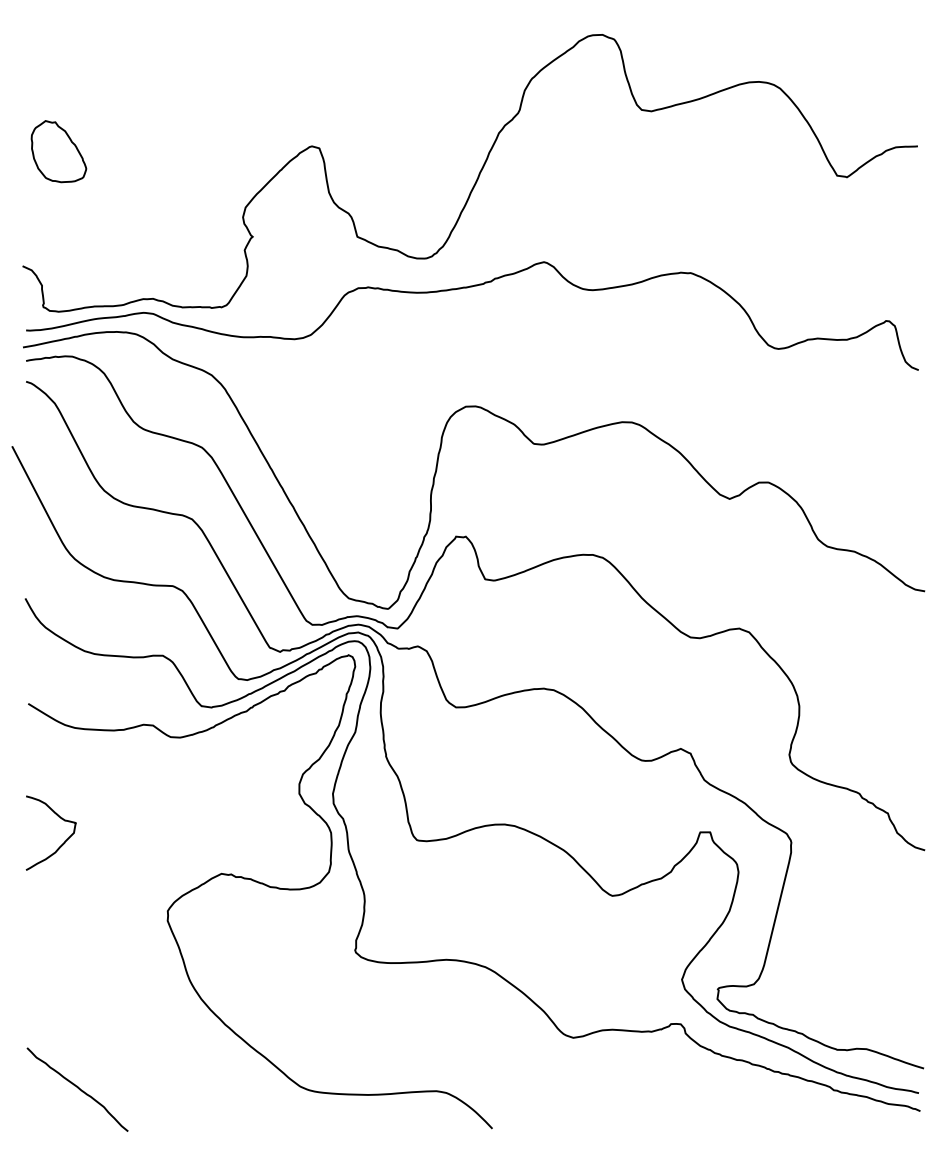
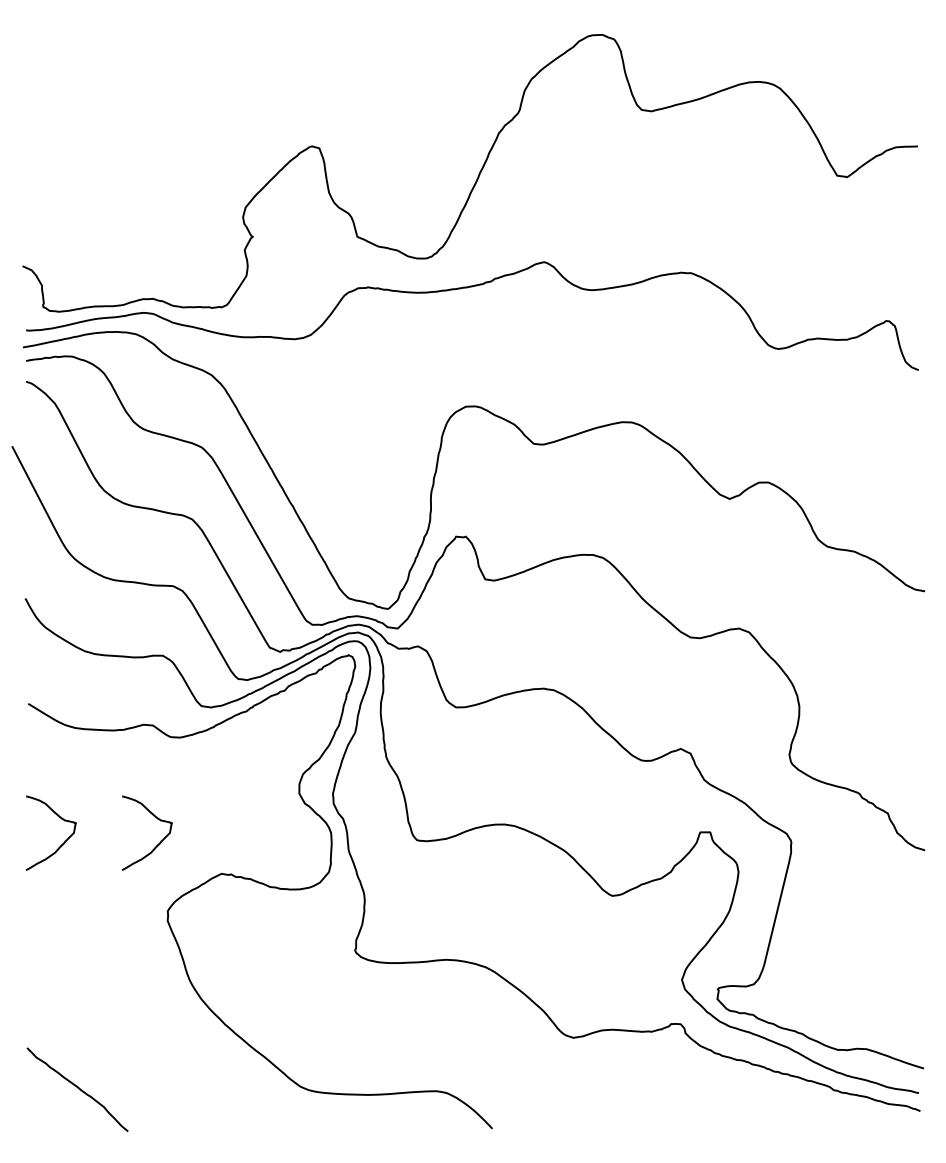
part at (58, 151): present -> none
curve at (158, 843): none -> present
